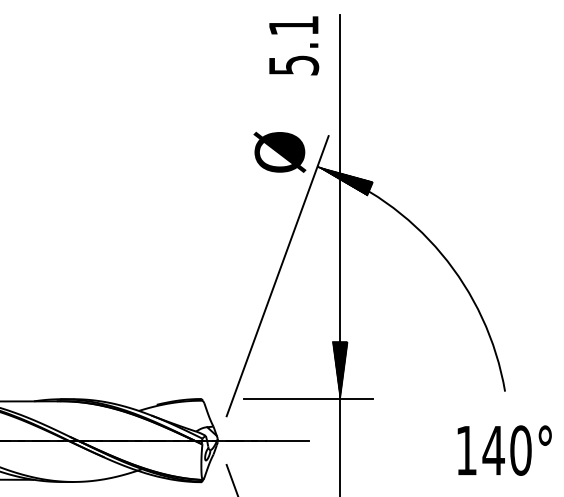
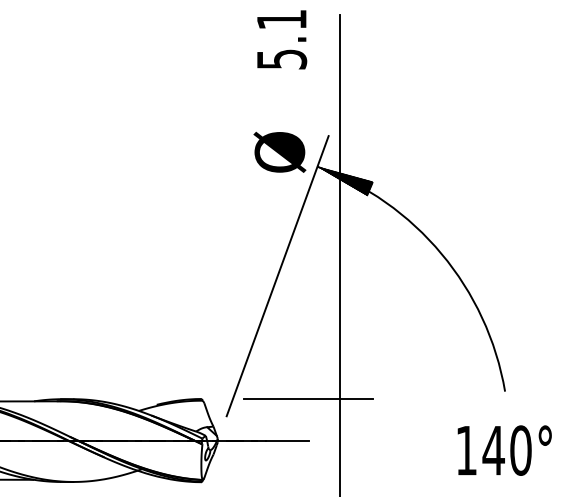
text at (294, 45) position: (294, 45) -> (282, 39)
hatch at (339, 369): present -> none
line at (231, 478): present -> none
